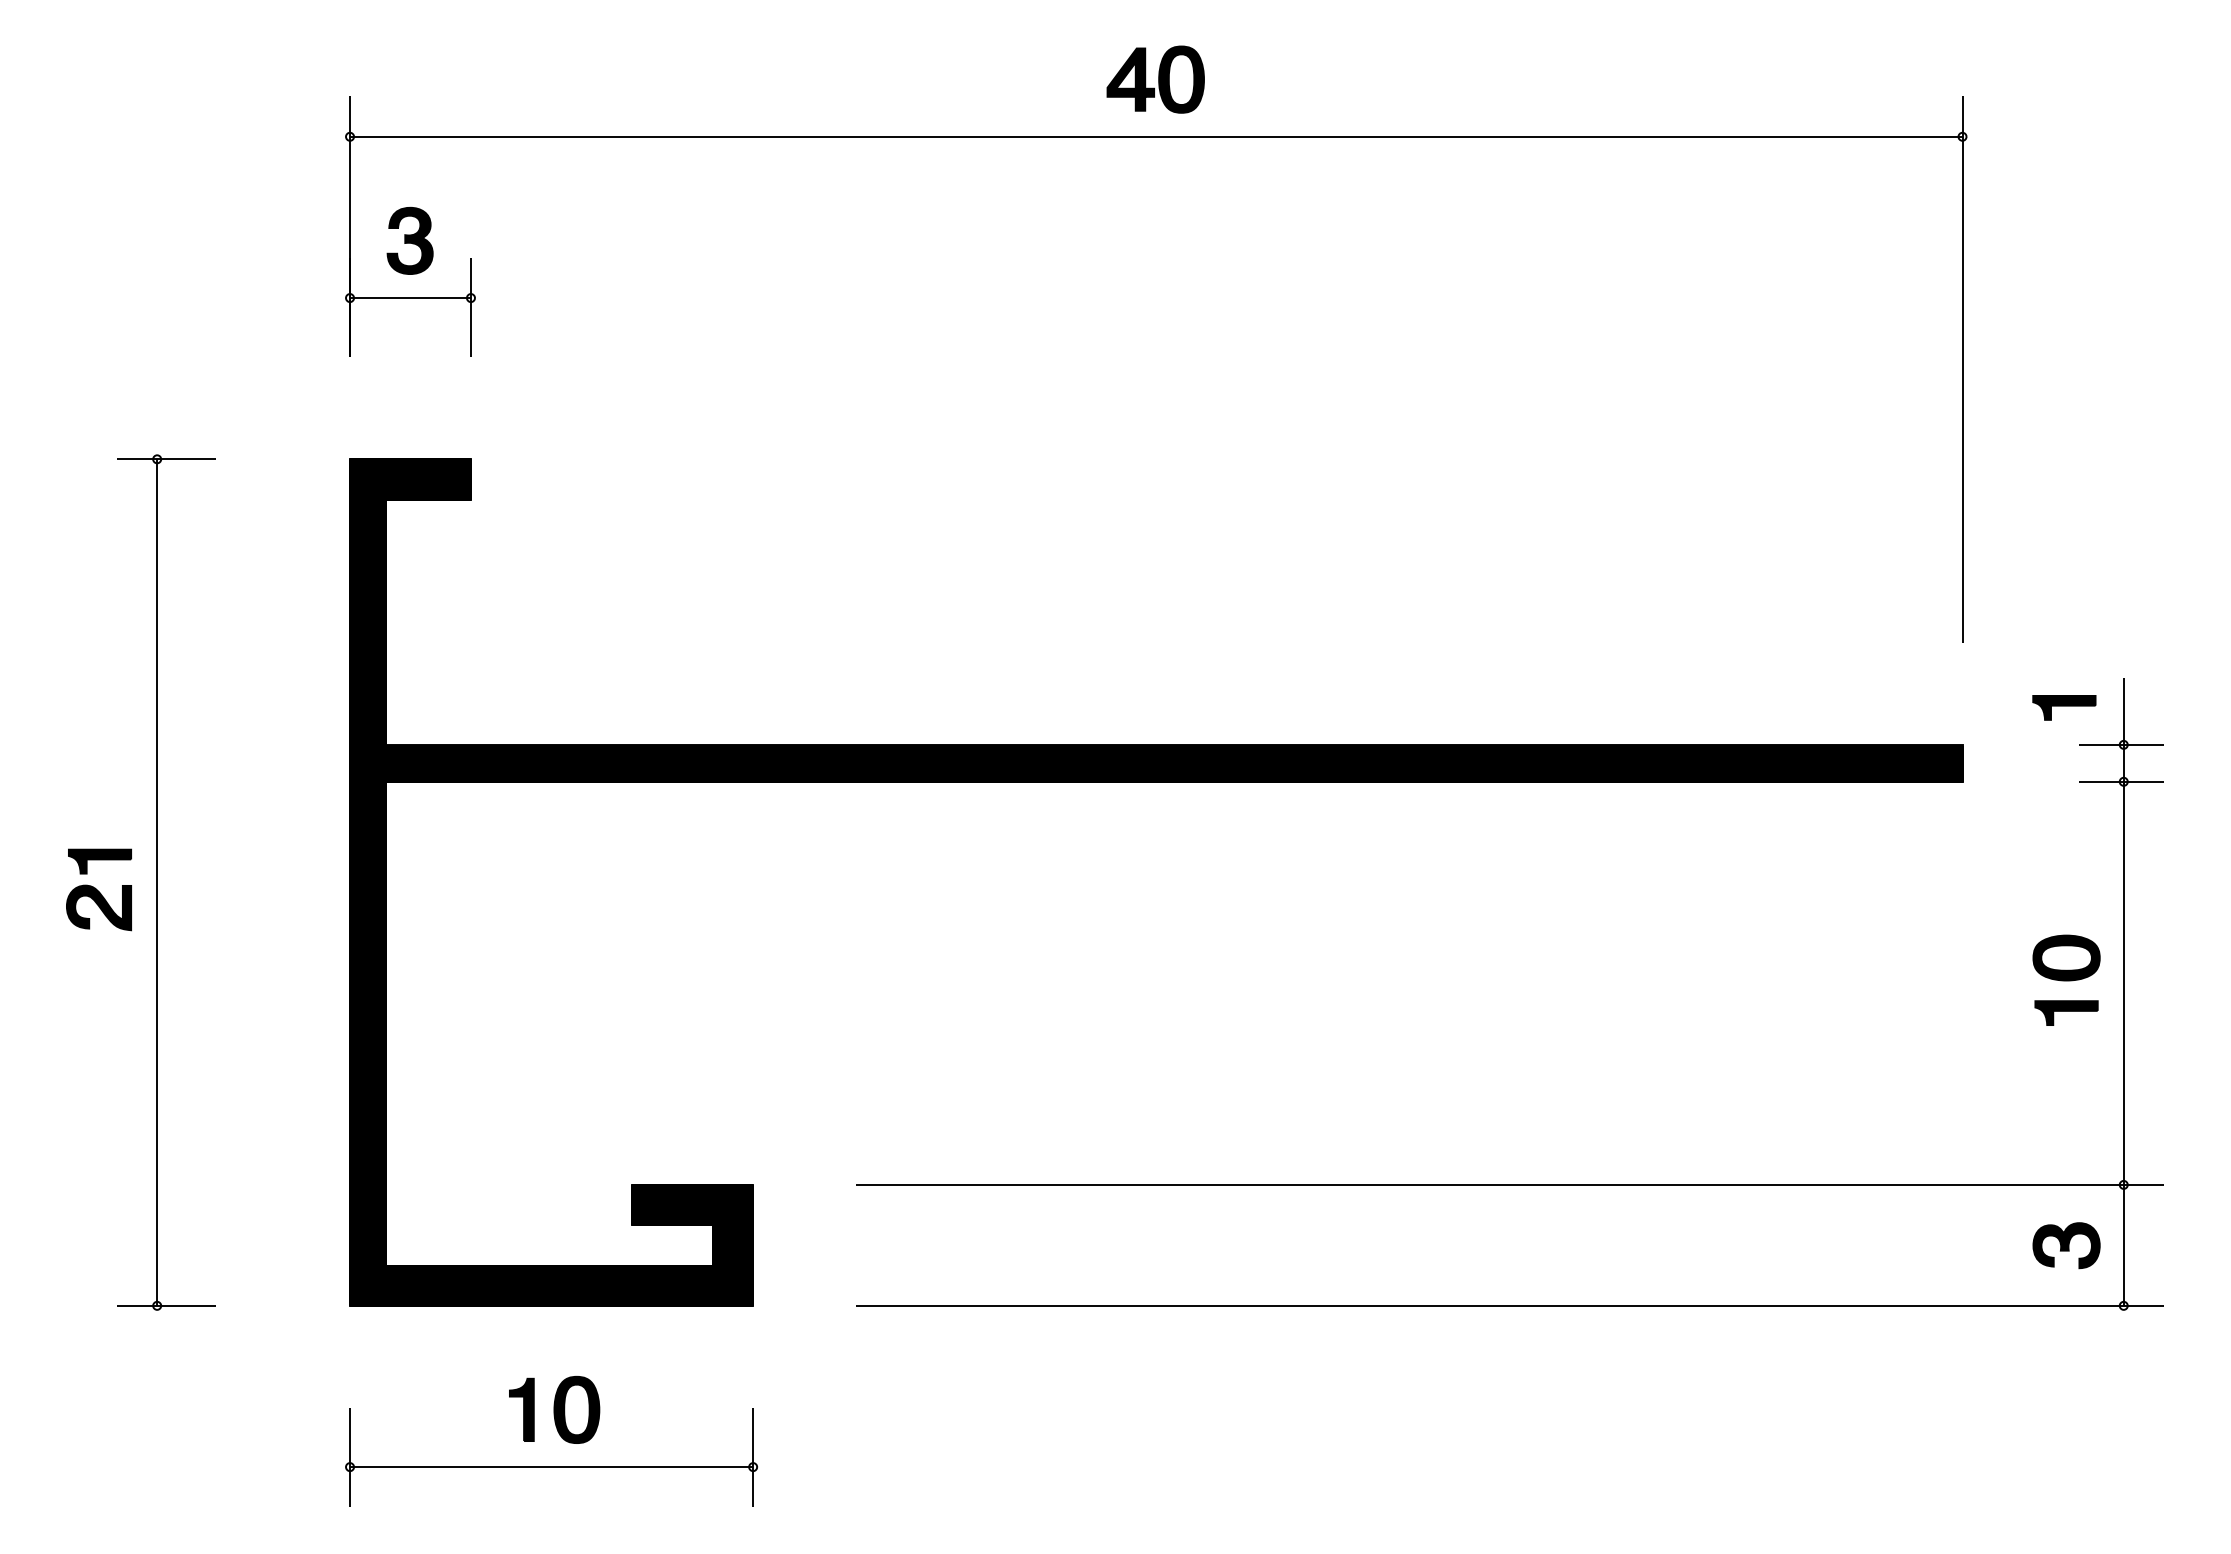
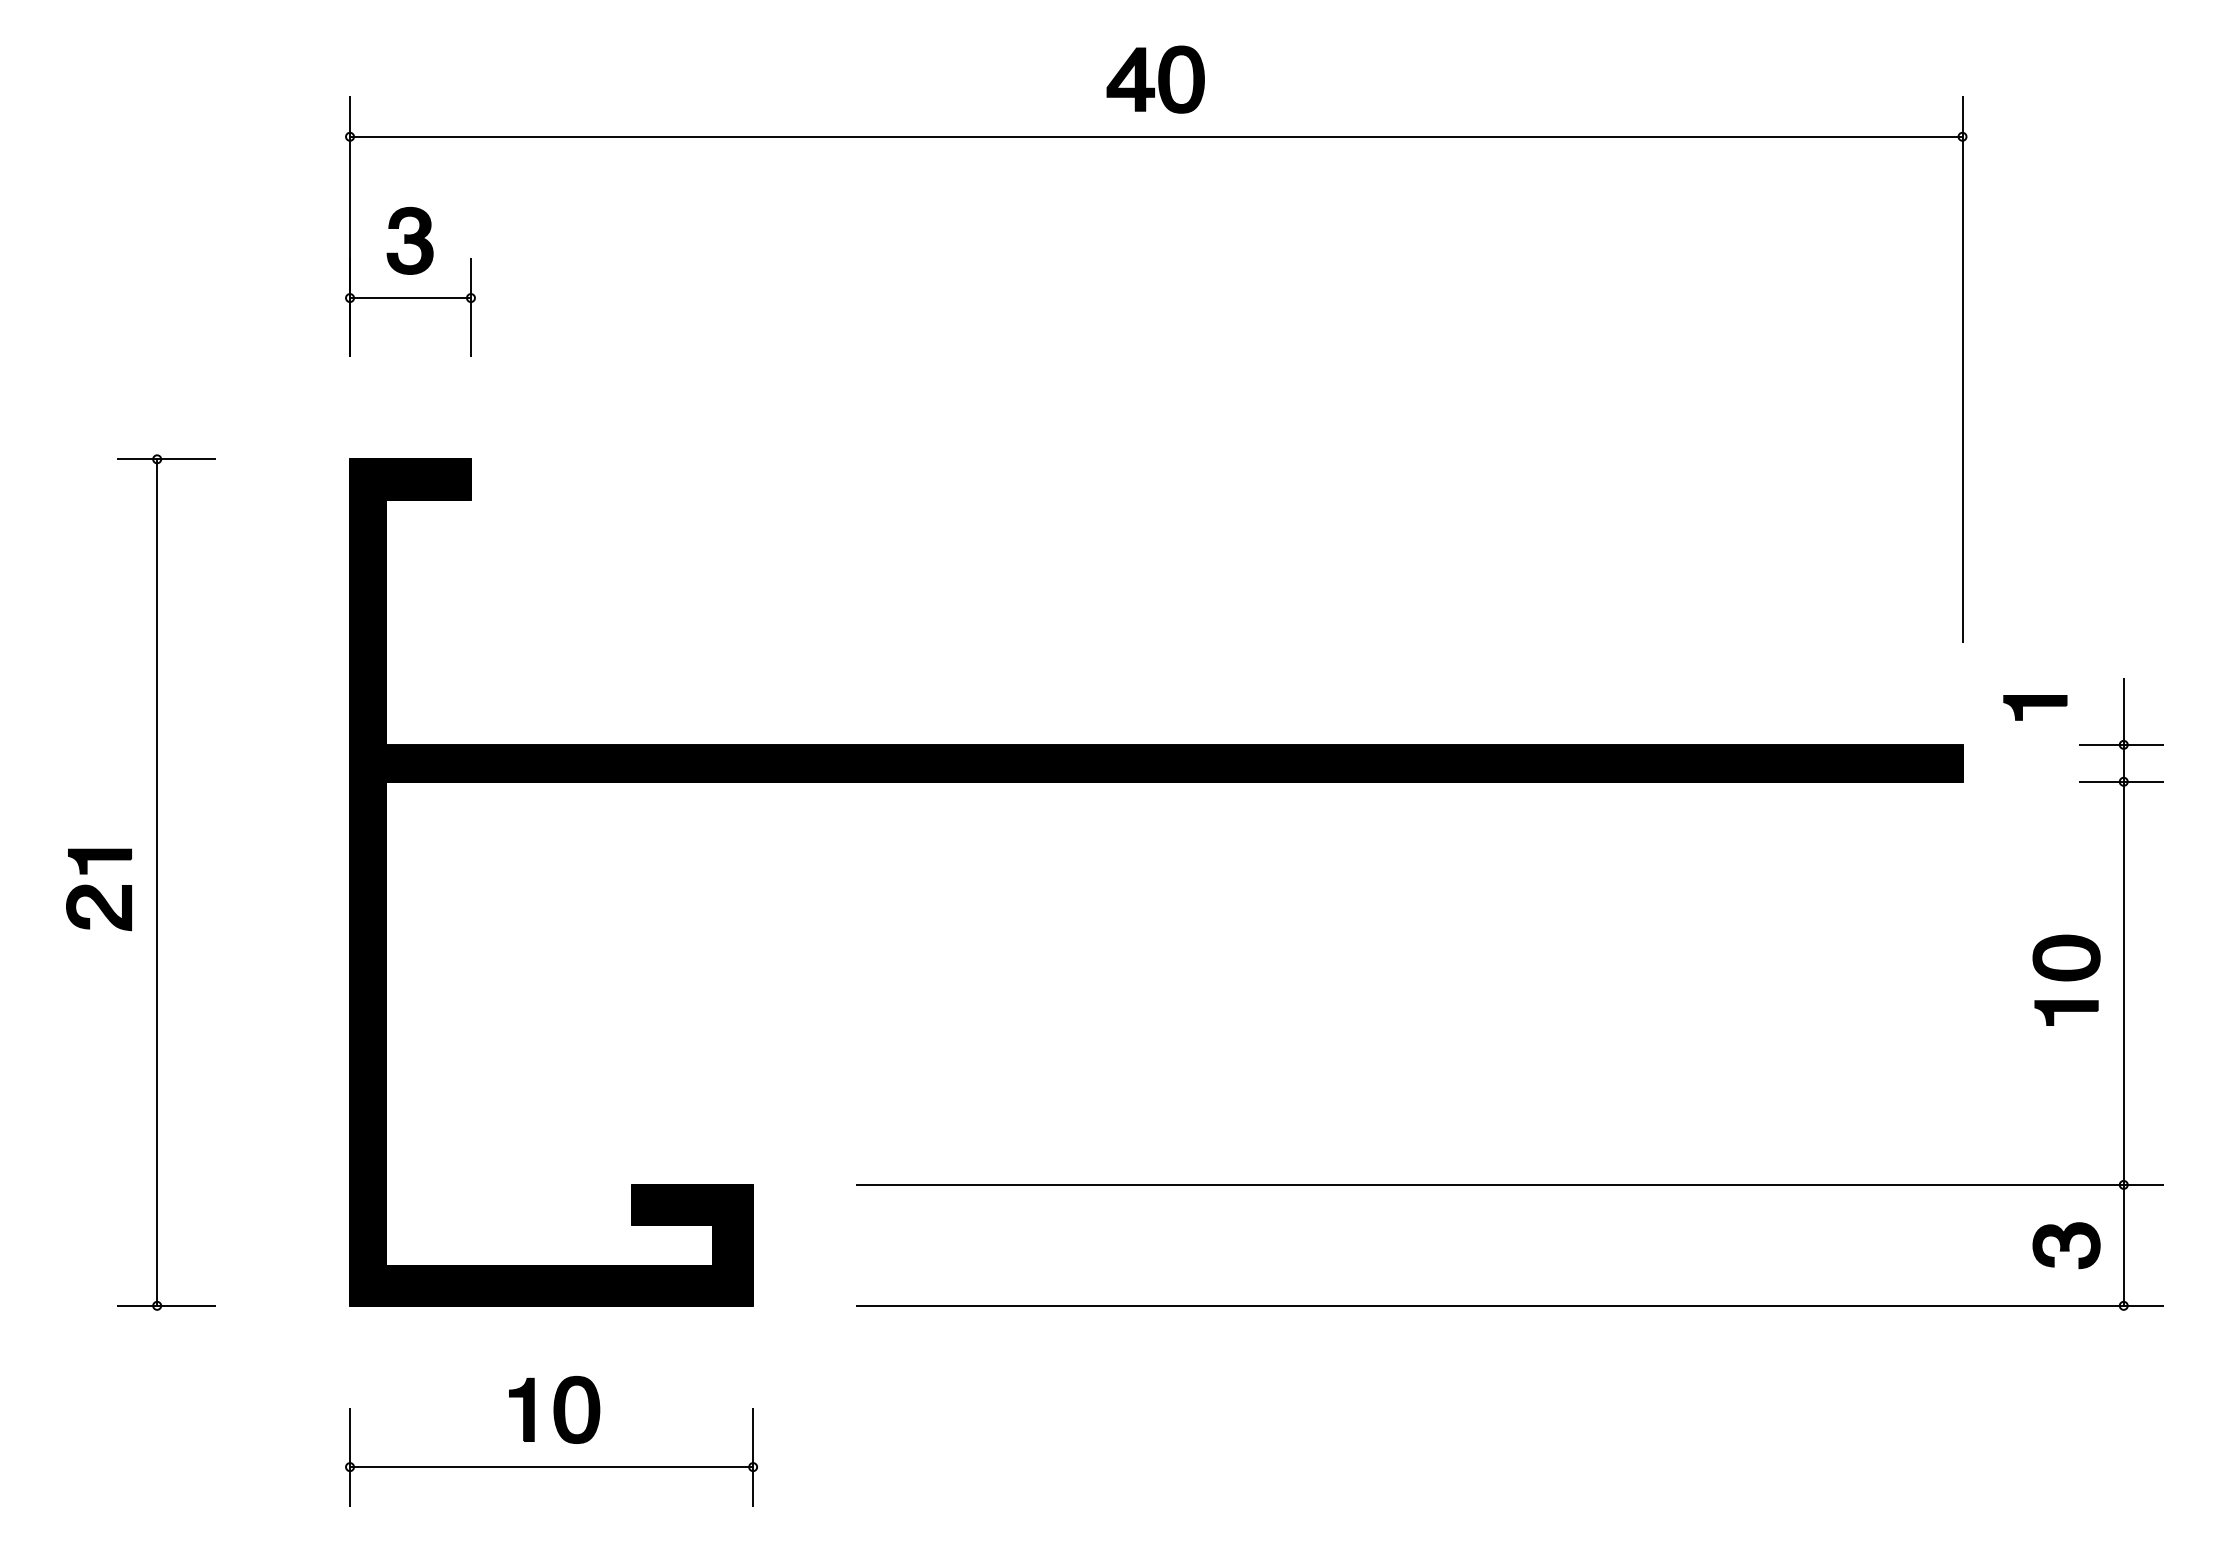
part at (2064, 707) position: (2064, 707) -> (2035, 707)
